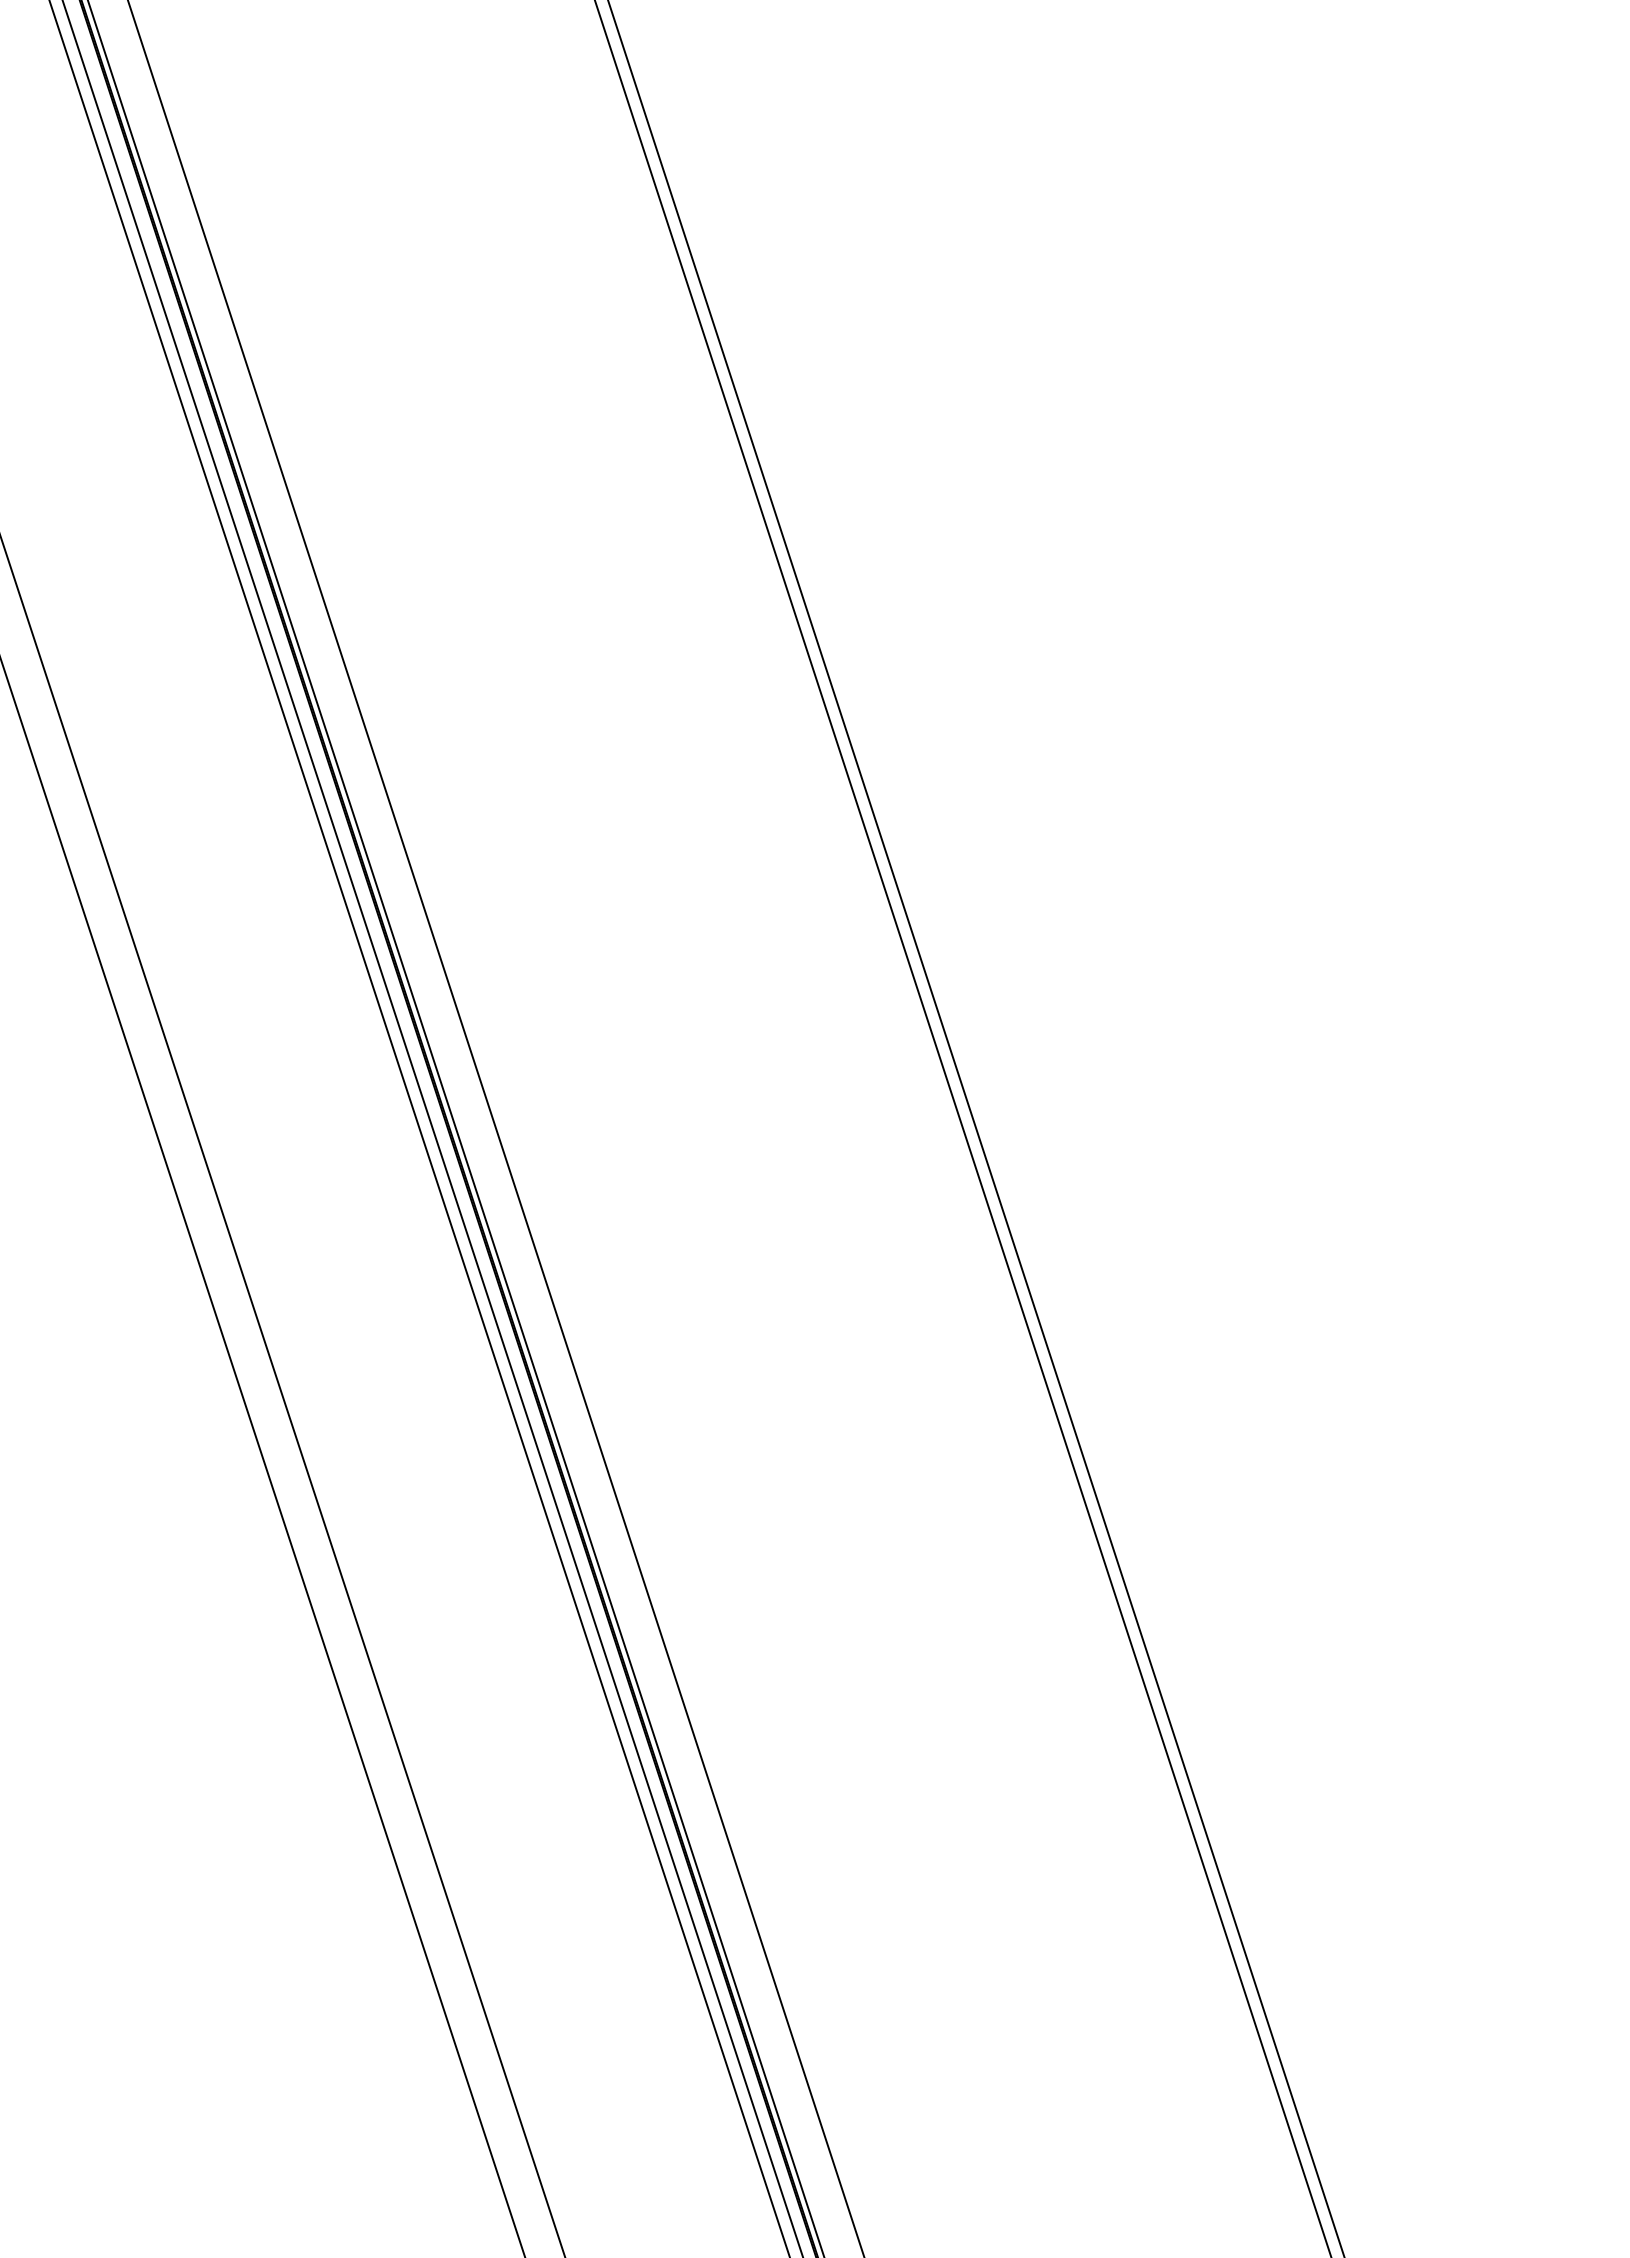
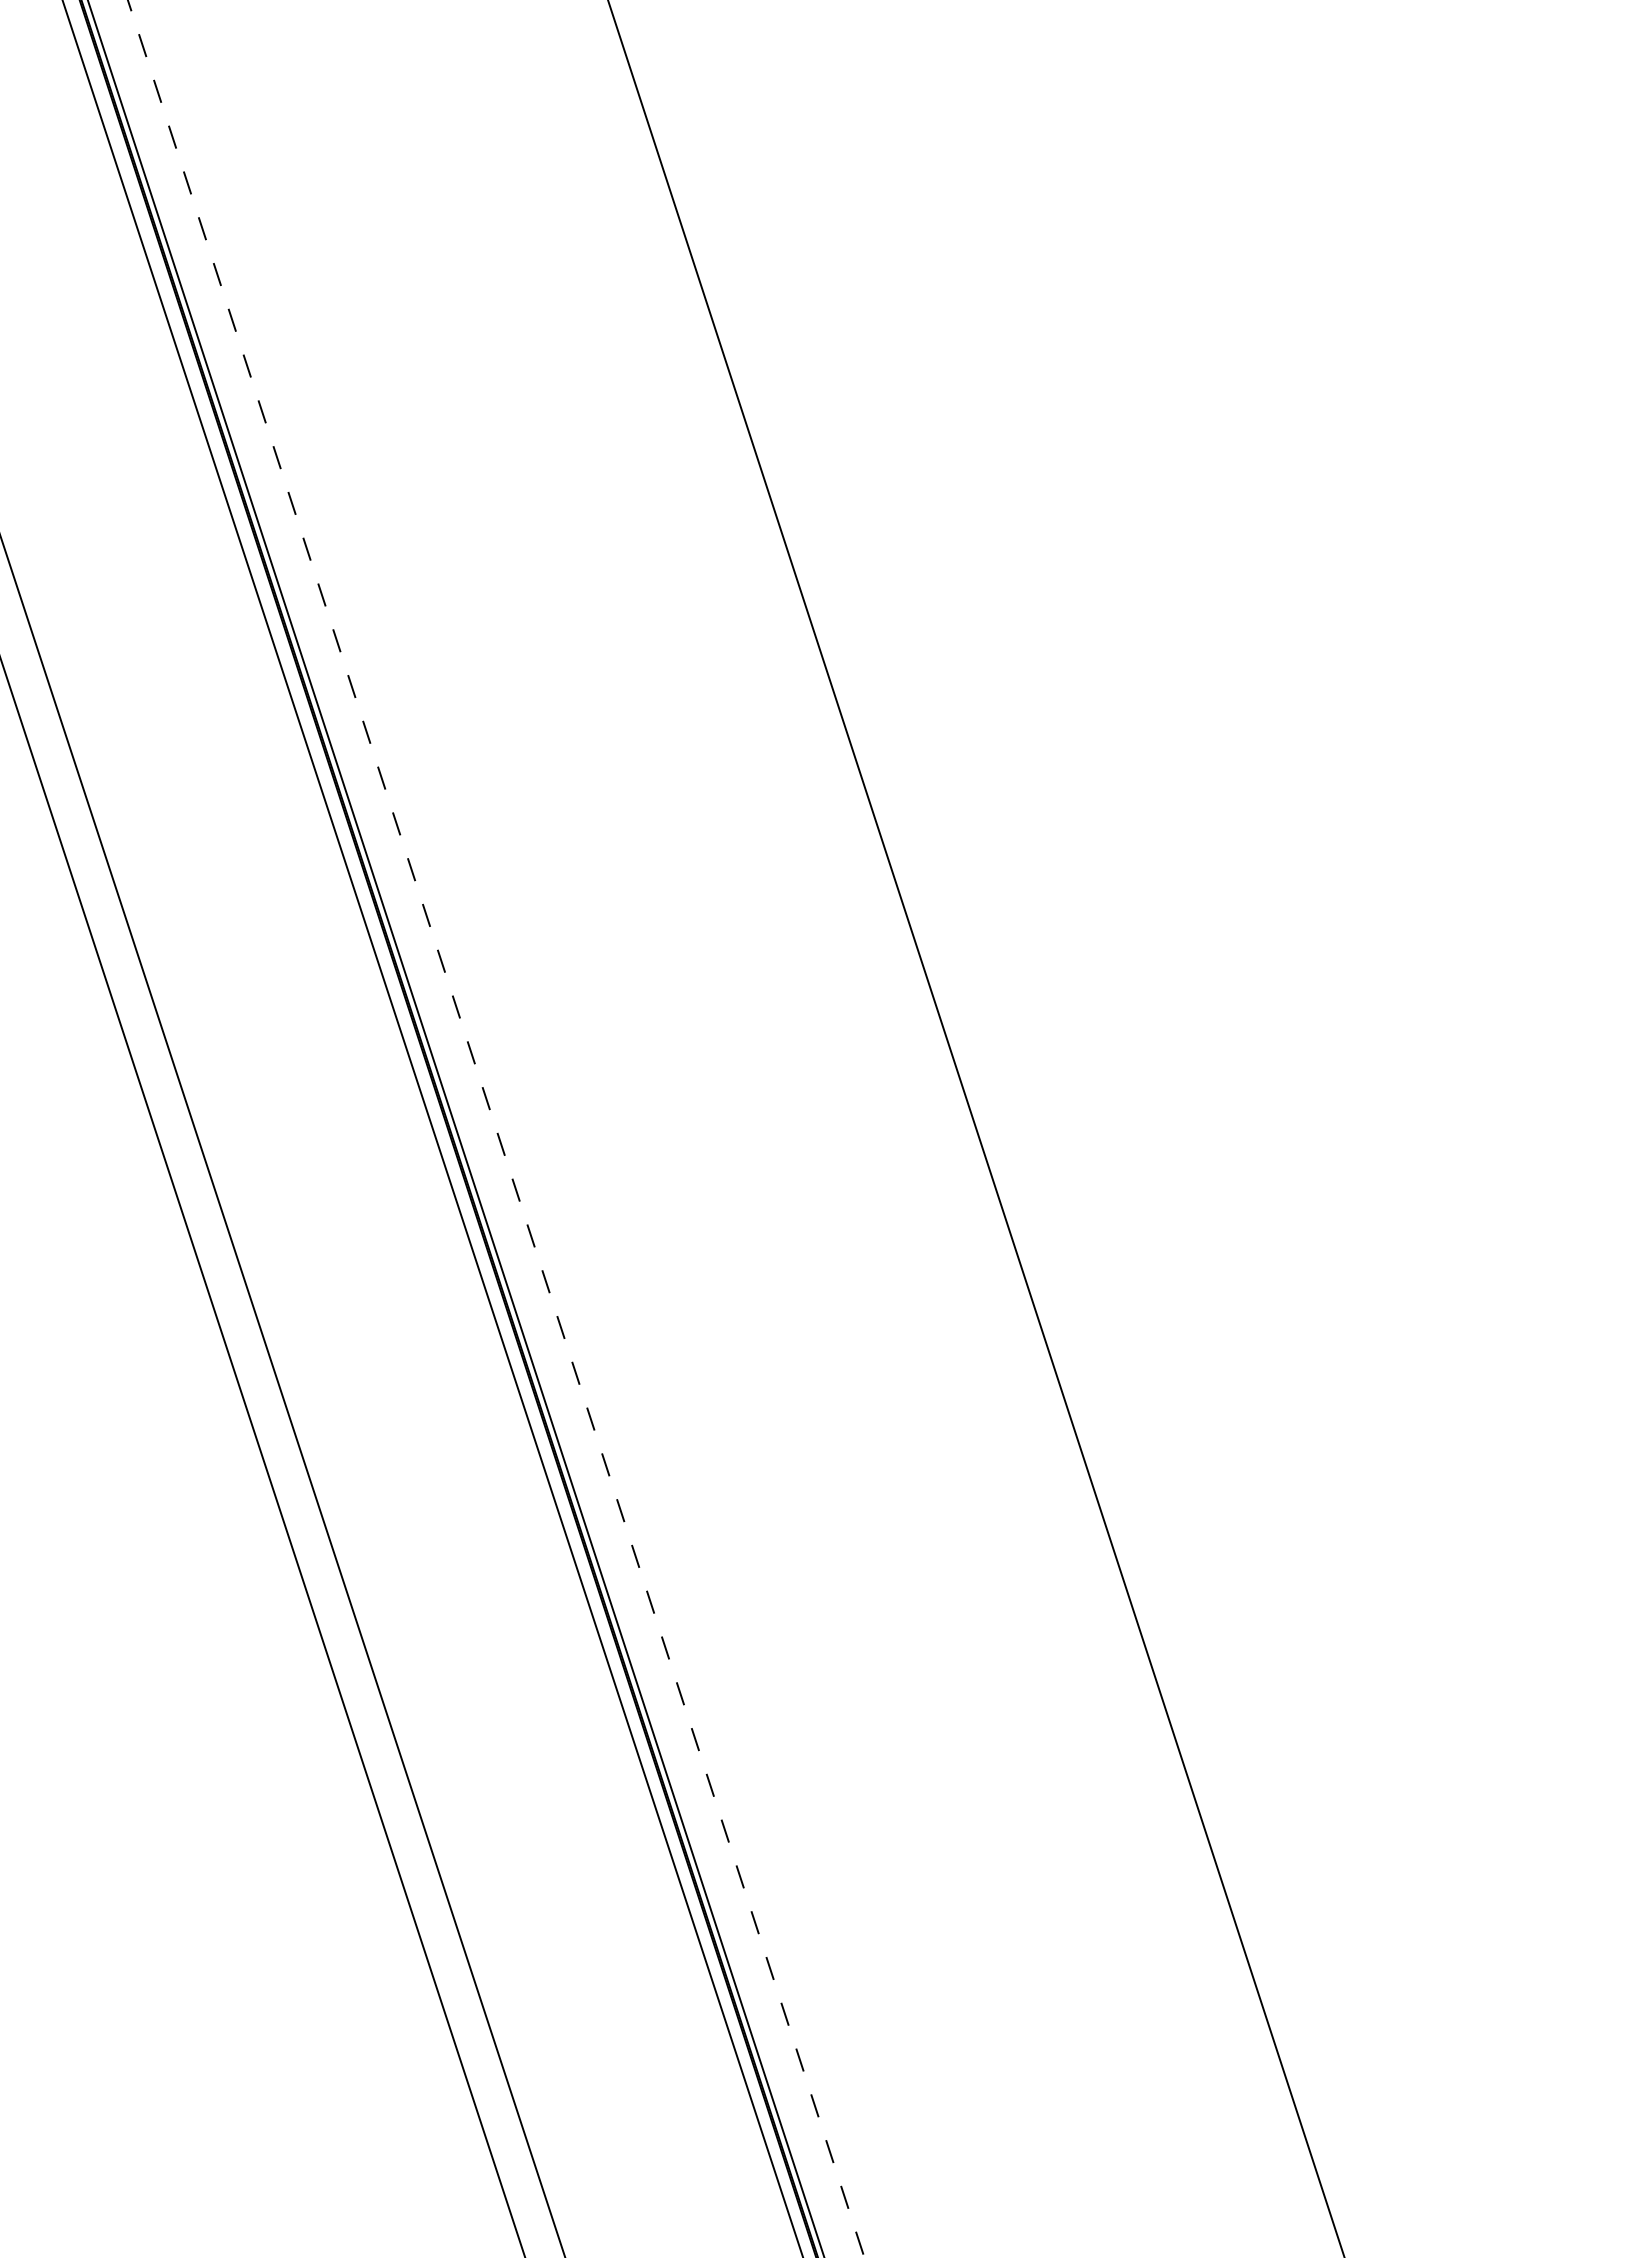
line at (419, 1128): present -> none
line at (496, 1128): solid -> dashed
line at (962, 1128): present -> none
